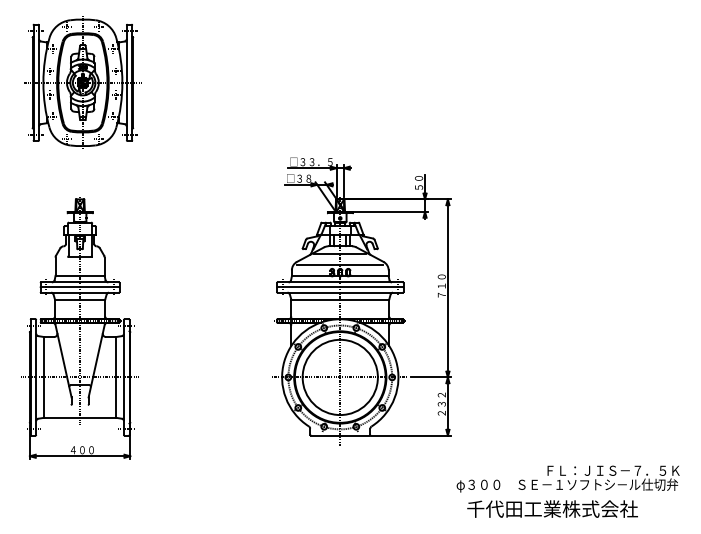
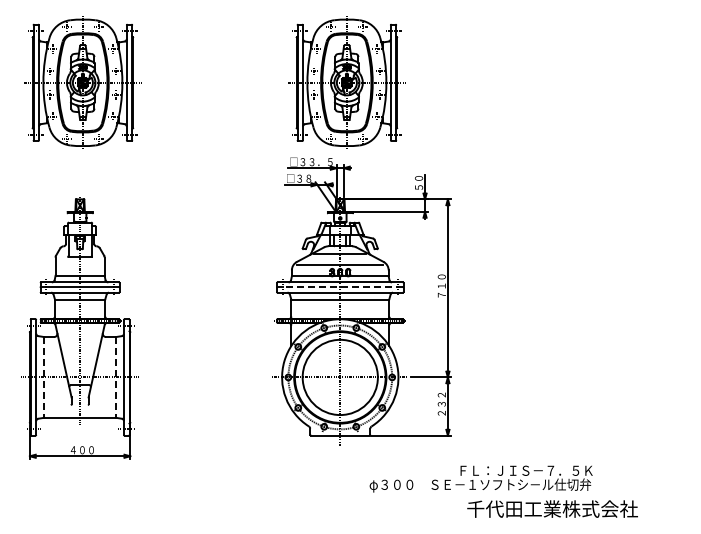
part at (346, 82): none -> present
line at (340, 287): solid -> dashed
line at (44, 377): solid -> dashed
line at (115, 377): solid -> dashed
text at (567, 478) position: (567, 478) -> (480, 478)
